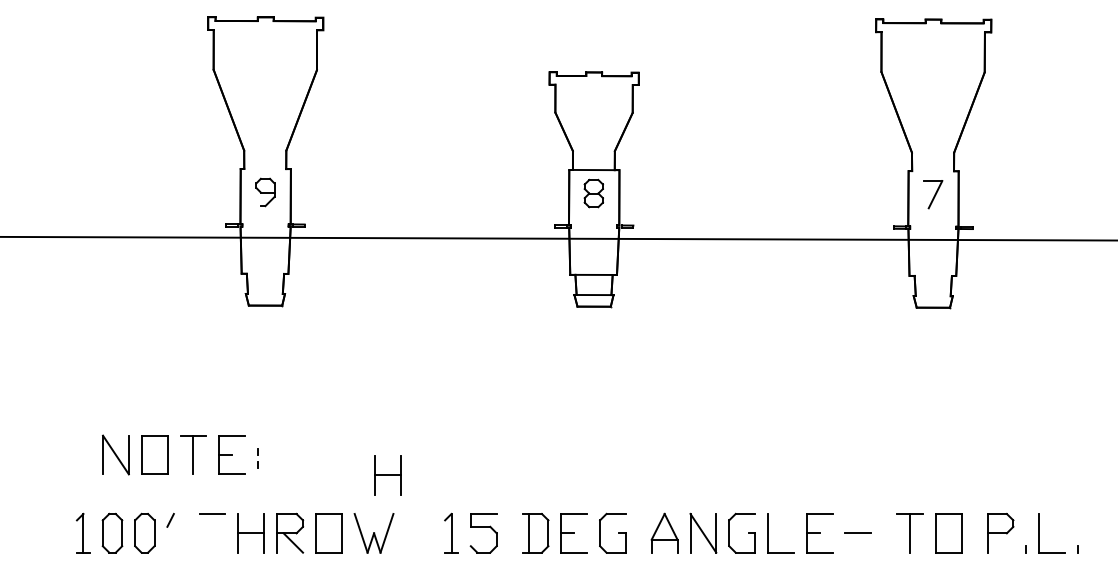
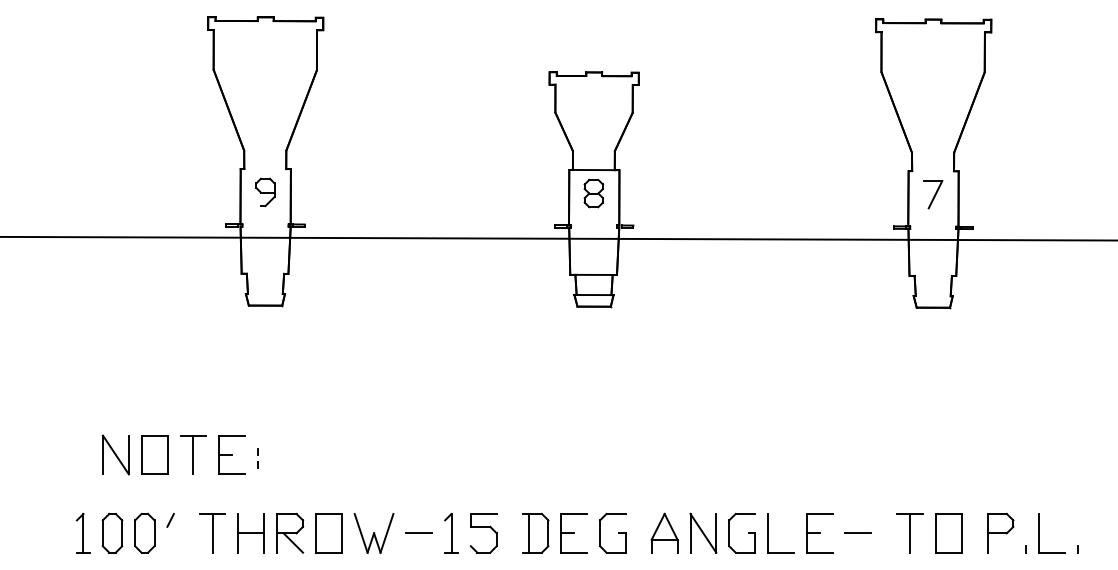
part at (387, 475): present -> none
line at (212, 532): none -> present
line at (419, 533): none -> present
